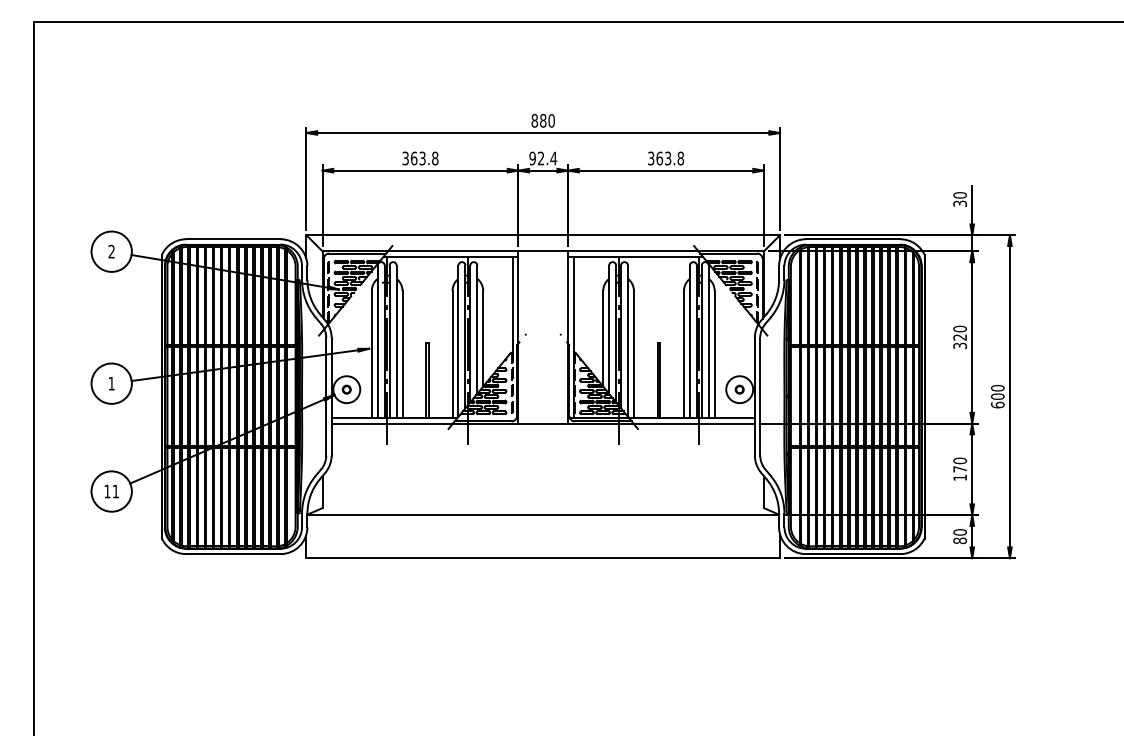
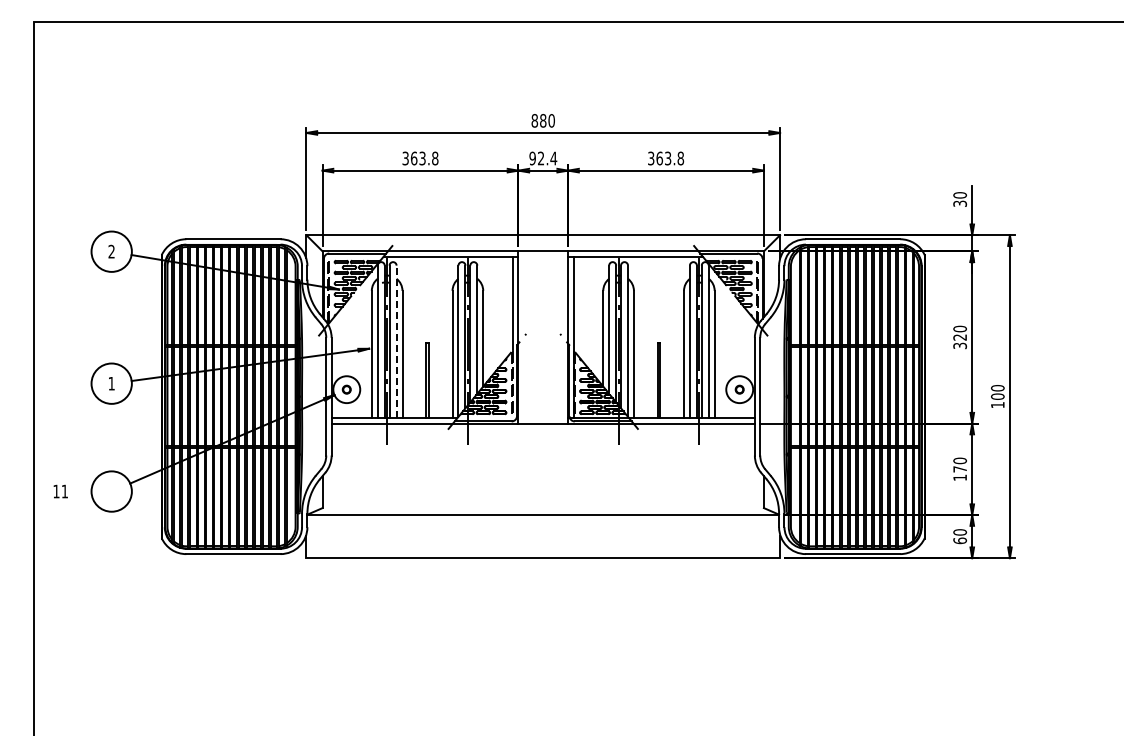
line at (396, 341): solid -> dashed
text at (997, 404): 600 -> 100
text at (111, 491) position: (111, 491) -> (60, 491)
text at (959, 540): 80 -> 60
